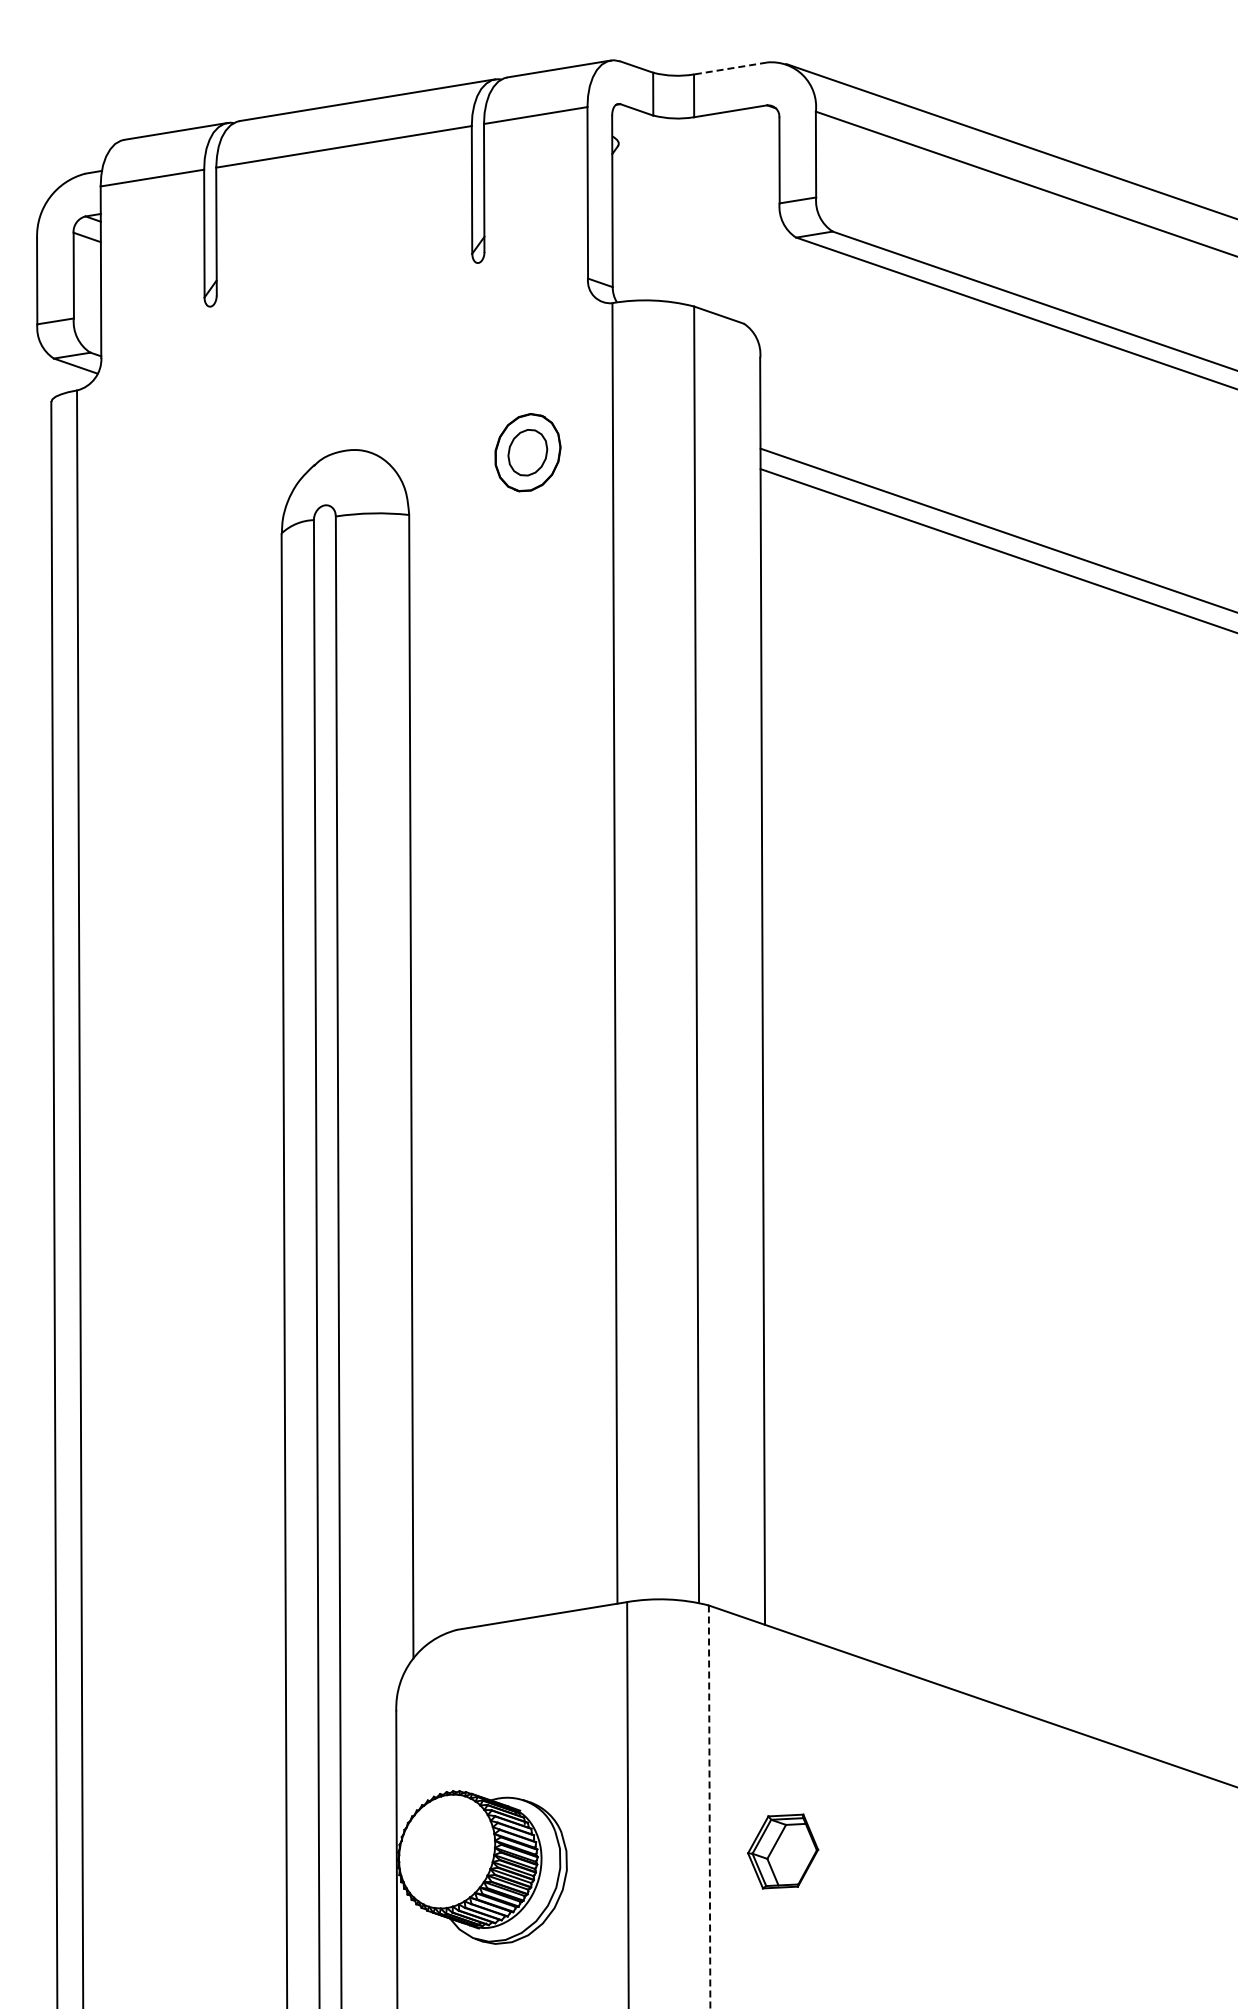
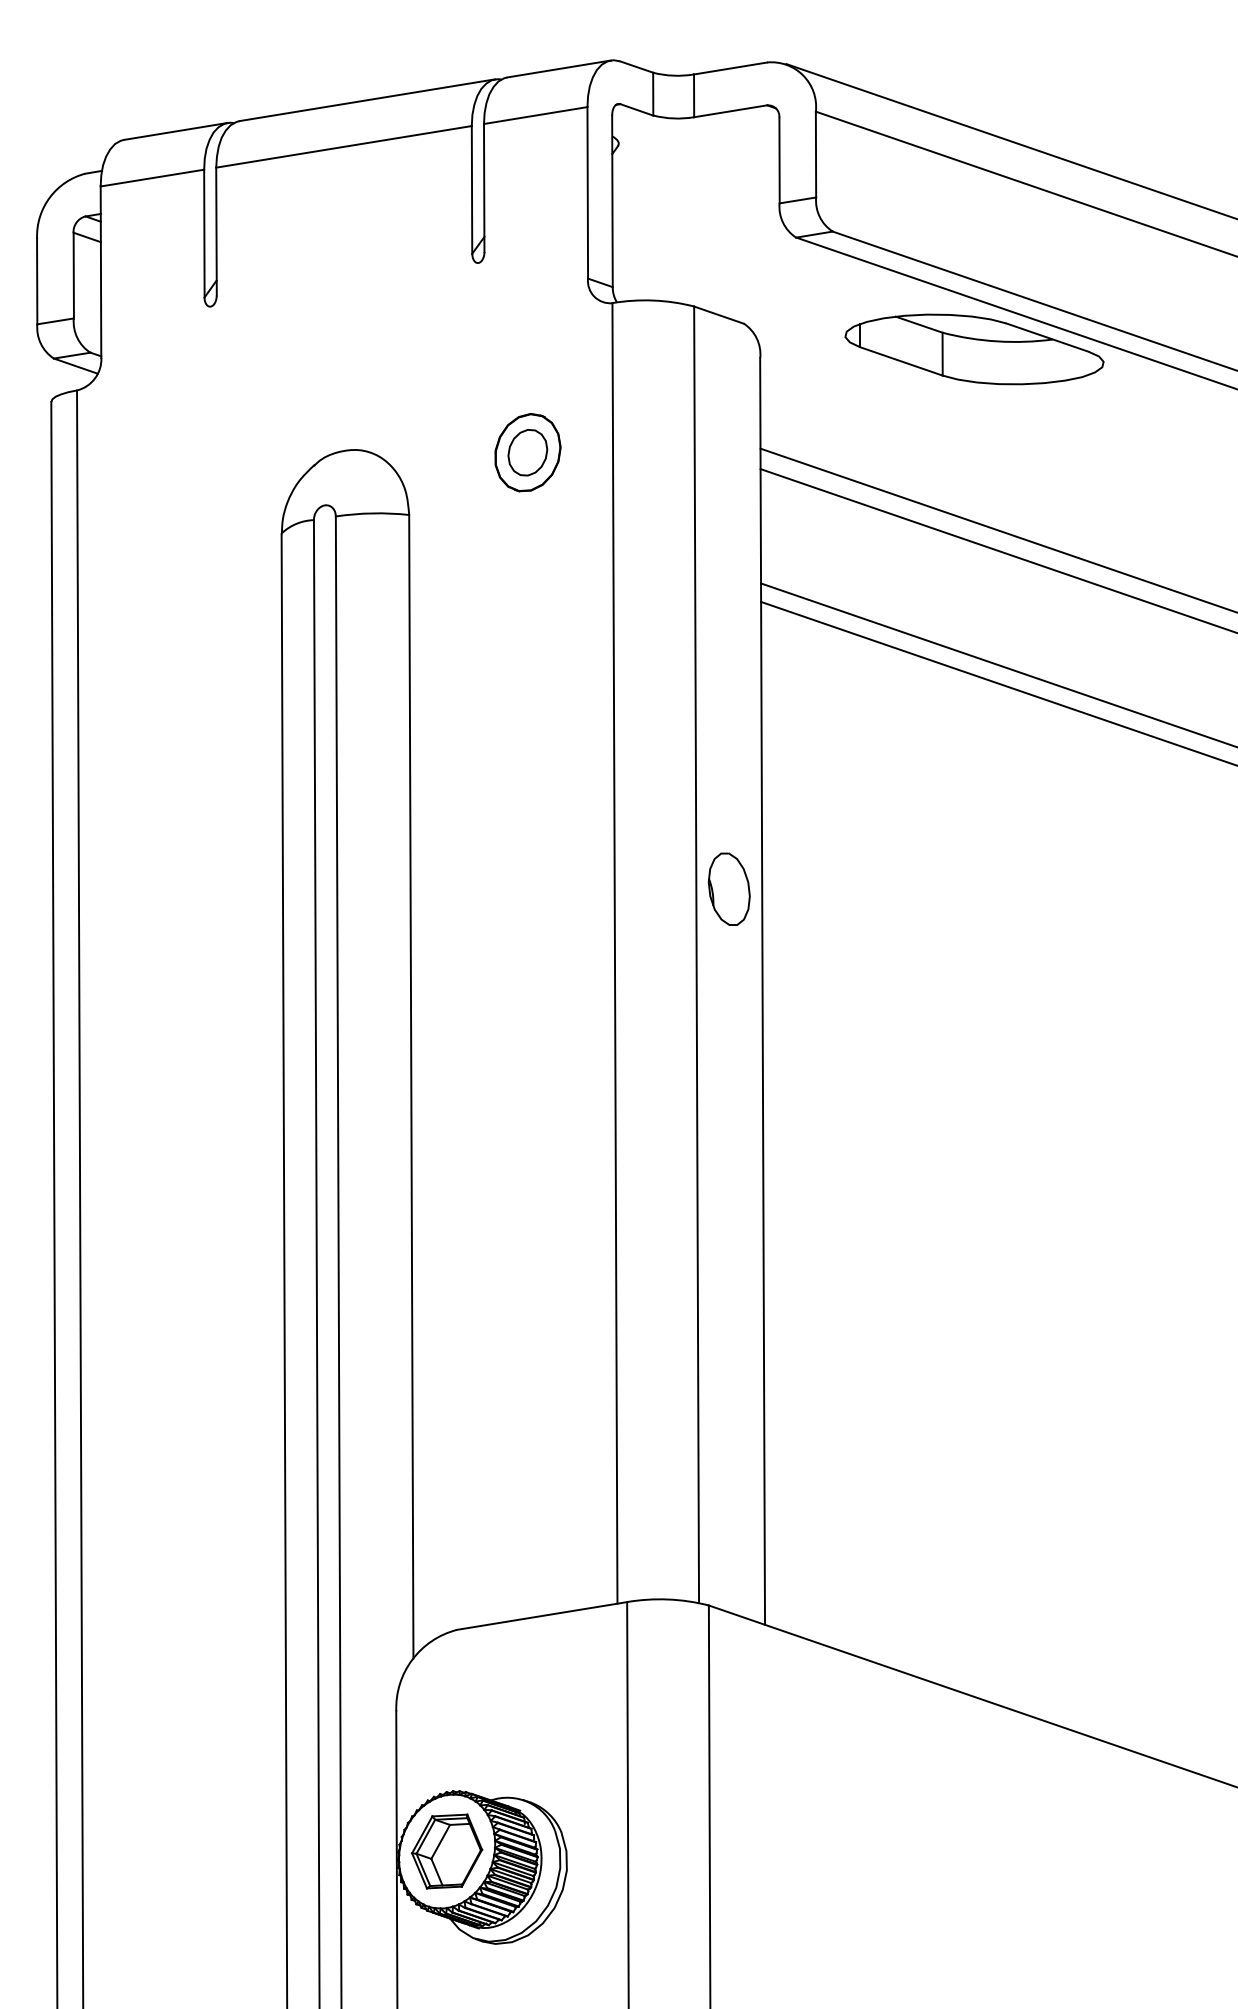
line at (730, 68): dashed -> solid
part at (974, 349): none -> present
line at (997, 664): none -> present
line at (997, 682): none -> present
part at (728, 888): none -> present
line at (709, 1807): dashed -> solid
part at (783, 1851) position: (783, 1851) -> (447, 1851)
